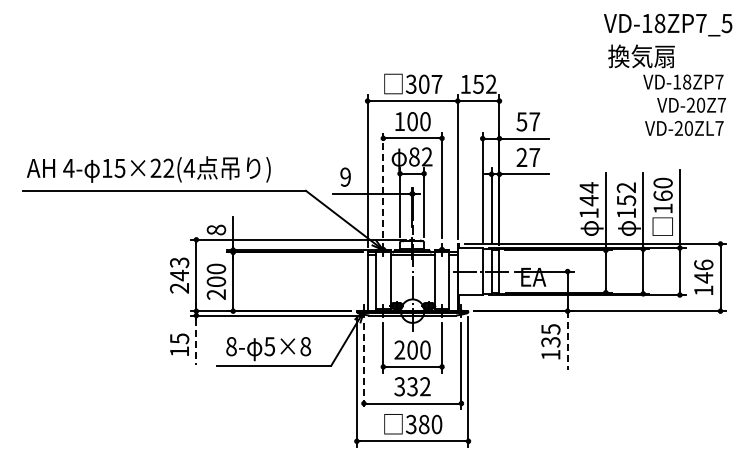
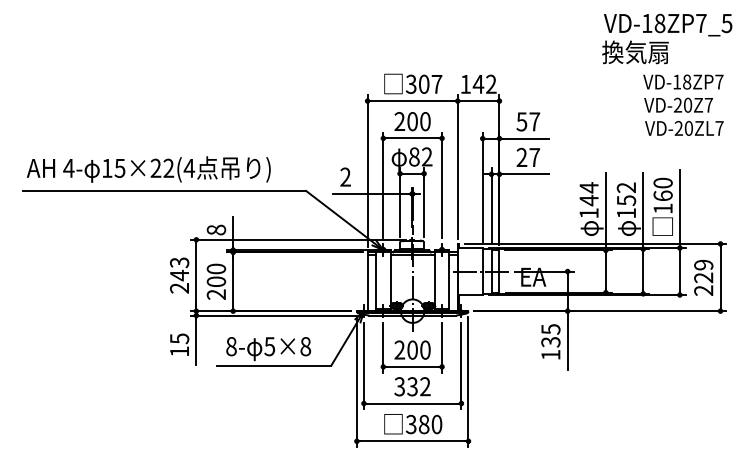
text at (641, 56) position: (641, 56) -> (635, 52)
text at (478, 84): 152 -> 142
text at (691, 104) position: (691, 104) -> (678, 104)
text at (399, 121): 100 -> 200
text at (345, 176): 9 -> 2
line at (383, 185): dashed -> solid
text at (703, 277): 146 -> 229
line at (567, 340): dashed -> solid
line at (196, 341): dashed -> solid
line at (363, 366): dashed -> solid
